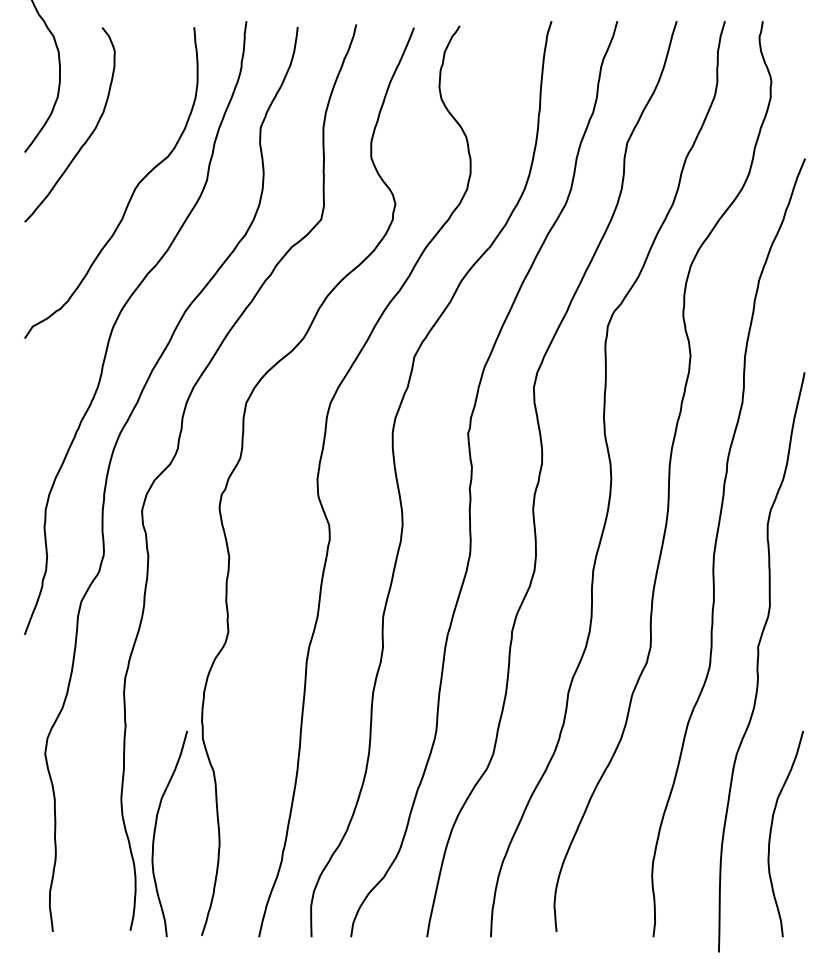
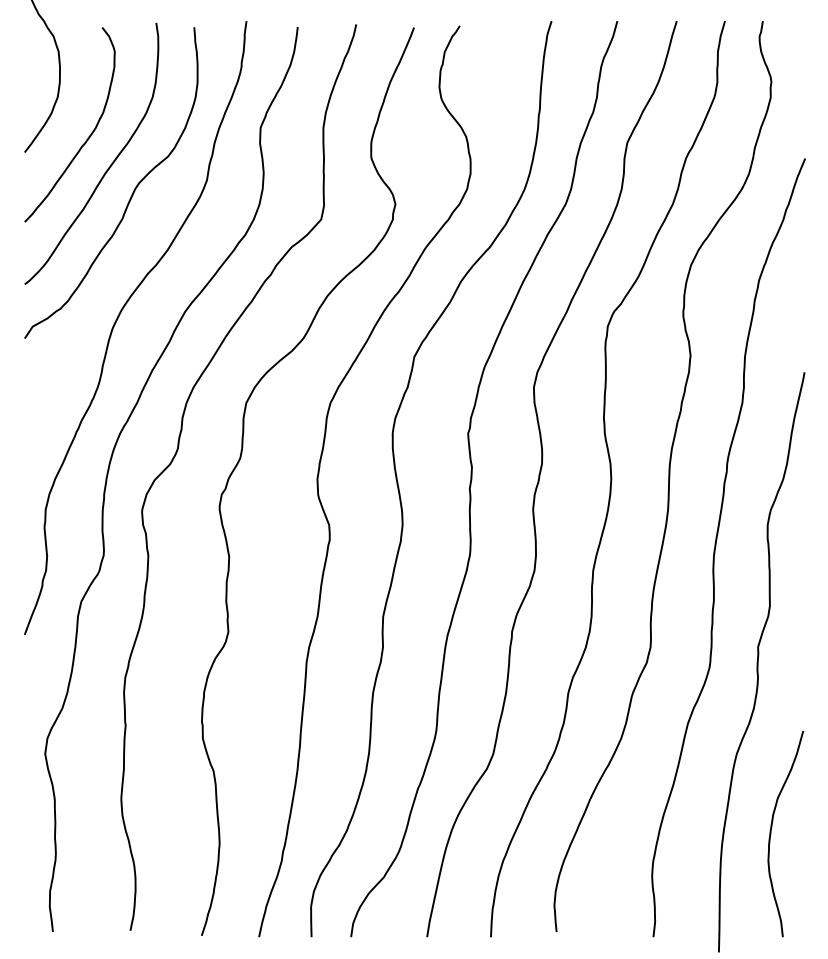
curve at (107, 168): none -> present
curve at (155, 833): present -> none
